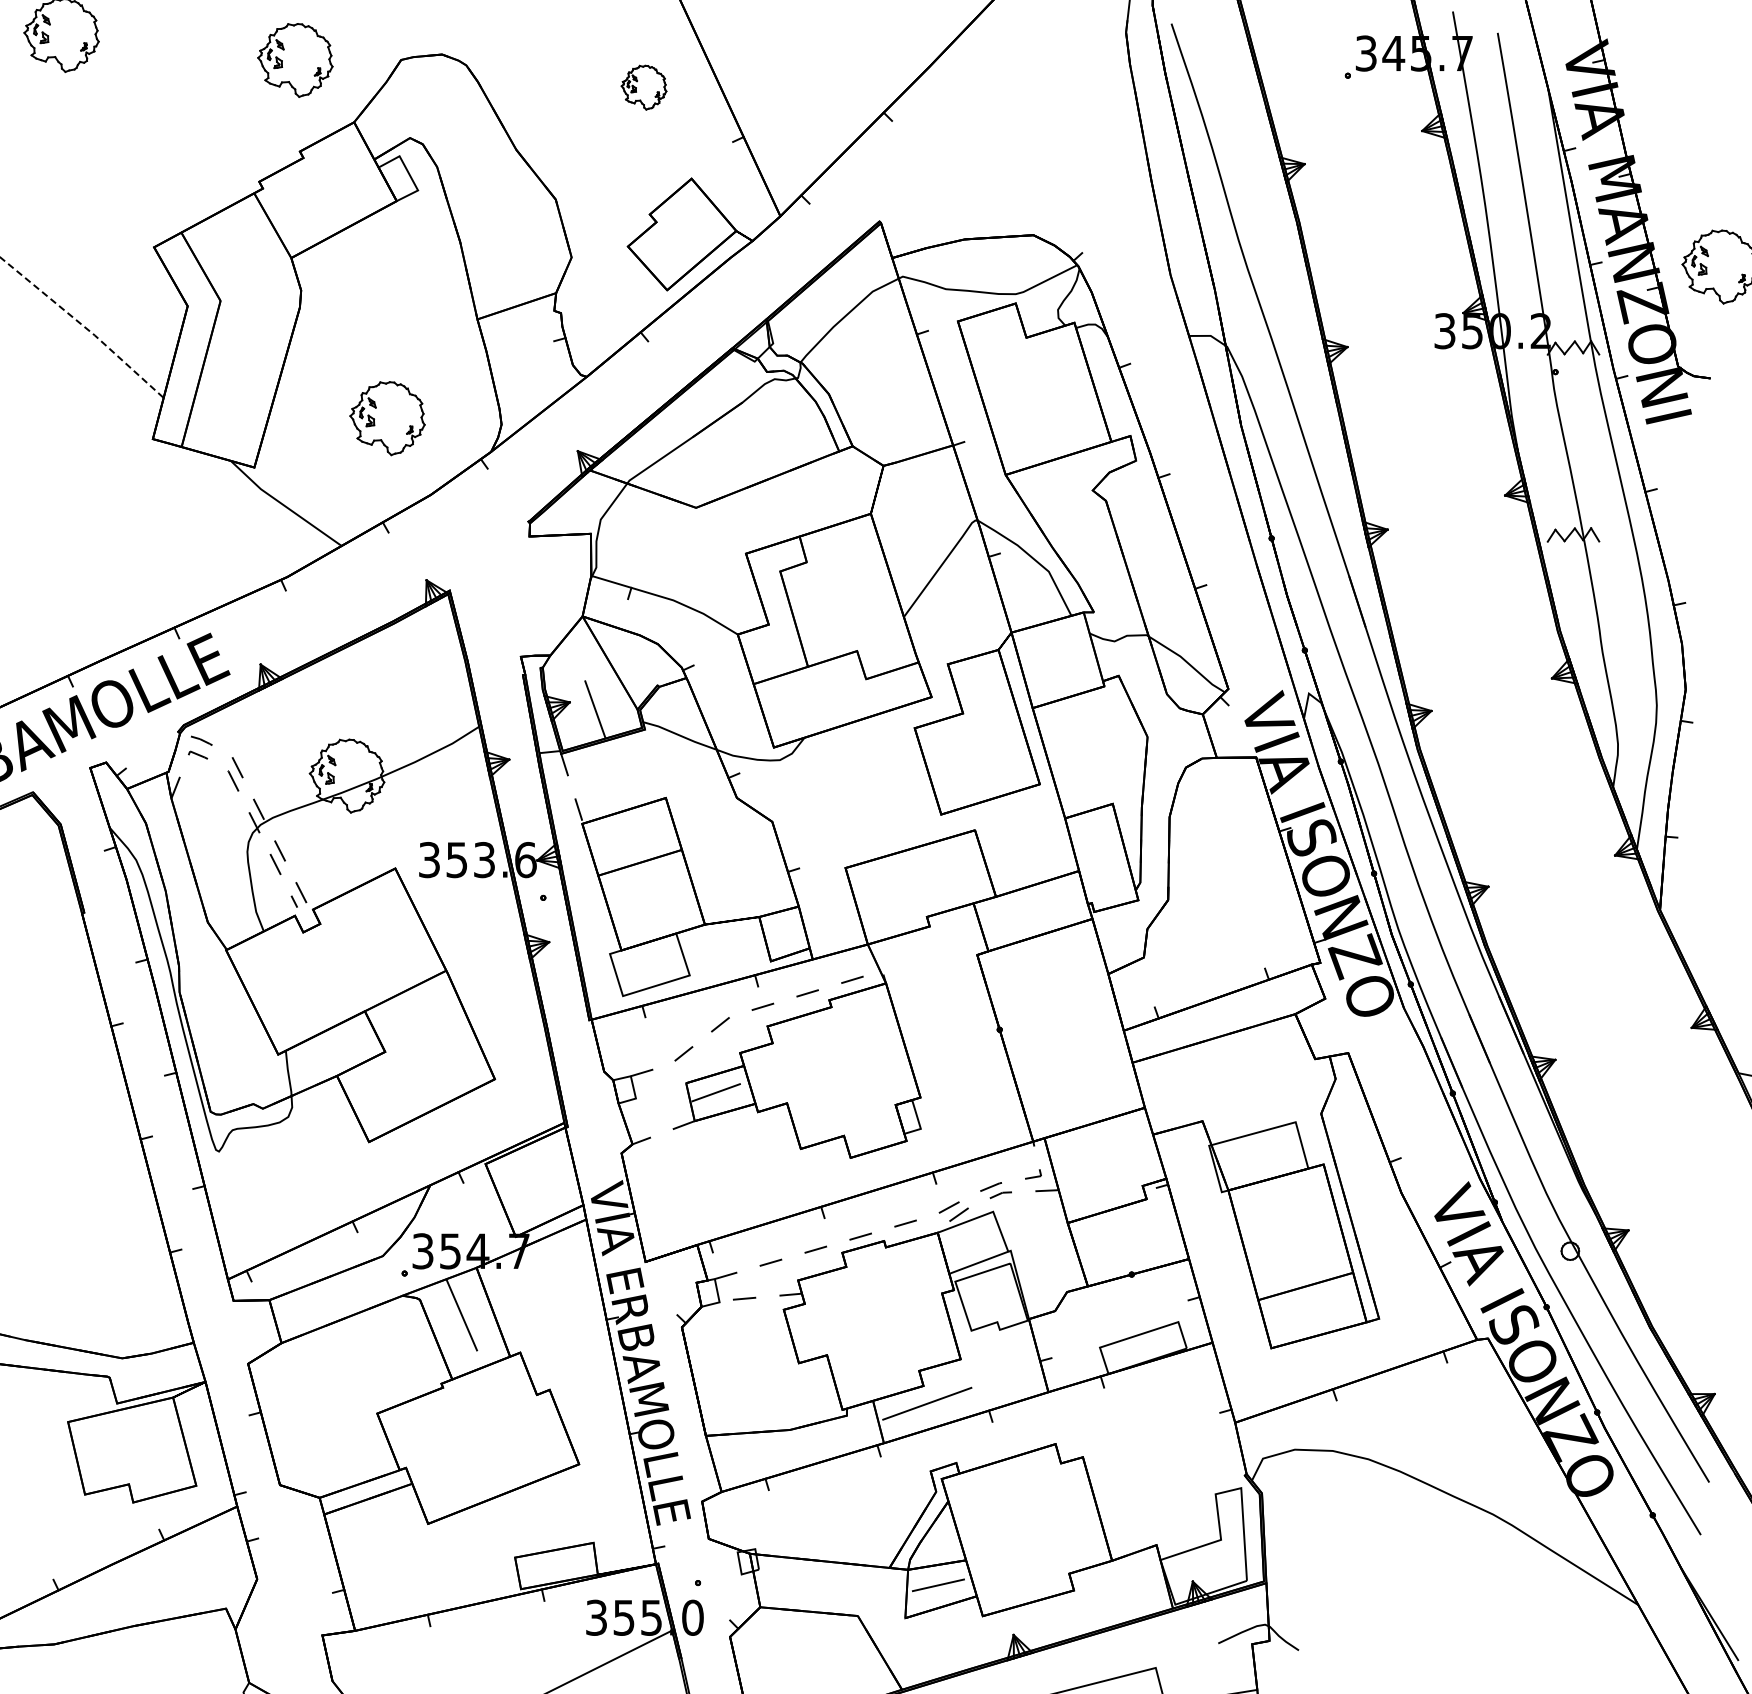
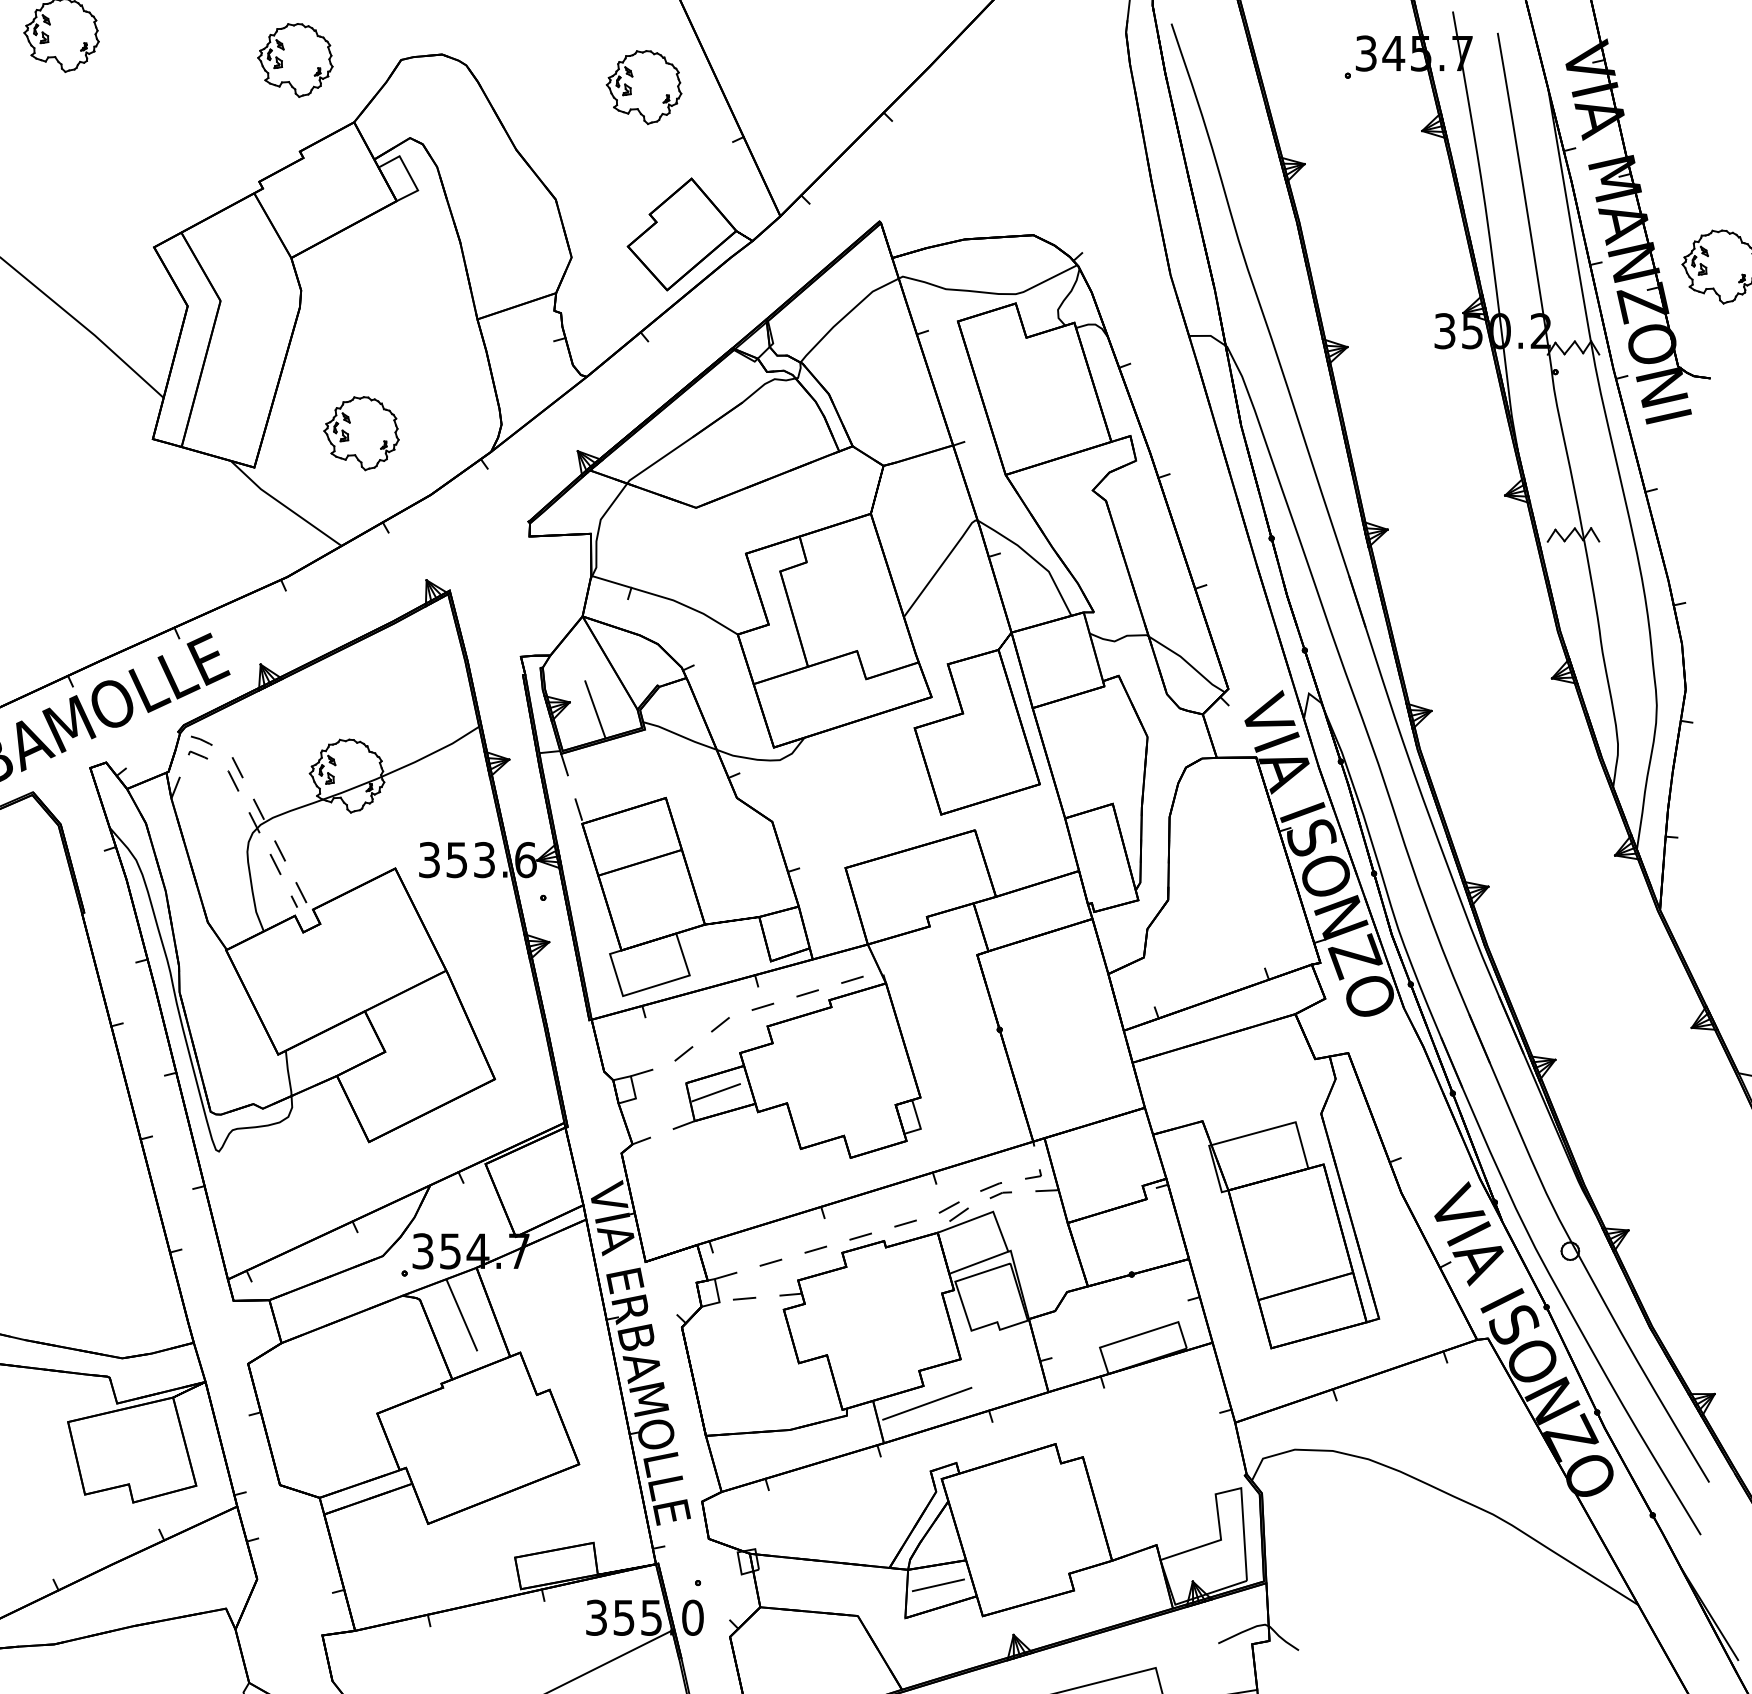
part at (643, 87) size: 48x47 px -> 78x76 px
line at (84, 326): dashed -> solid
part at (387, 418) position: (387, 418) -> (361, 433)
